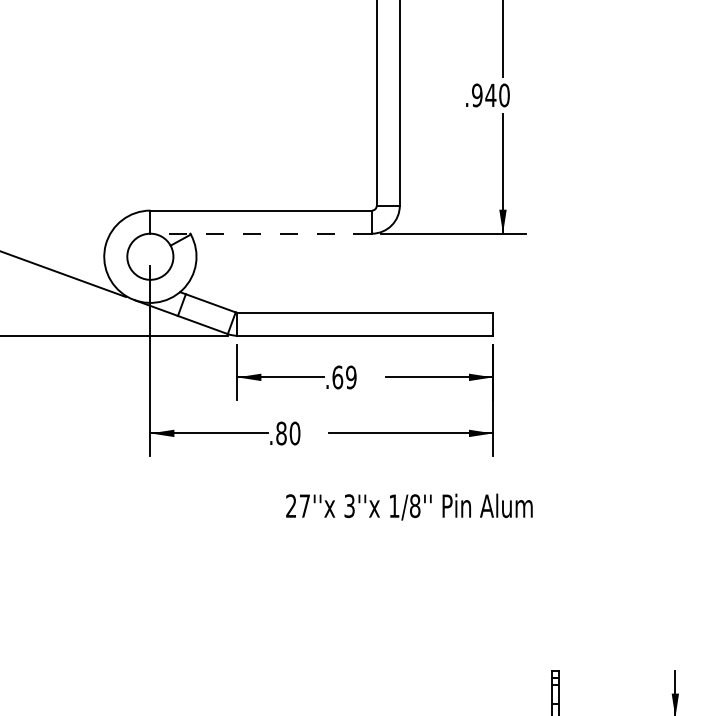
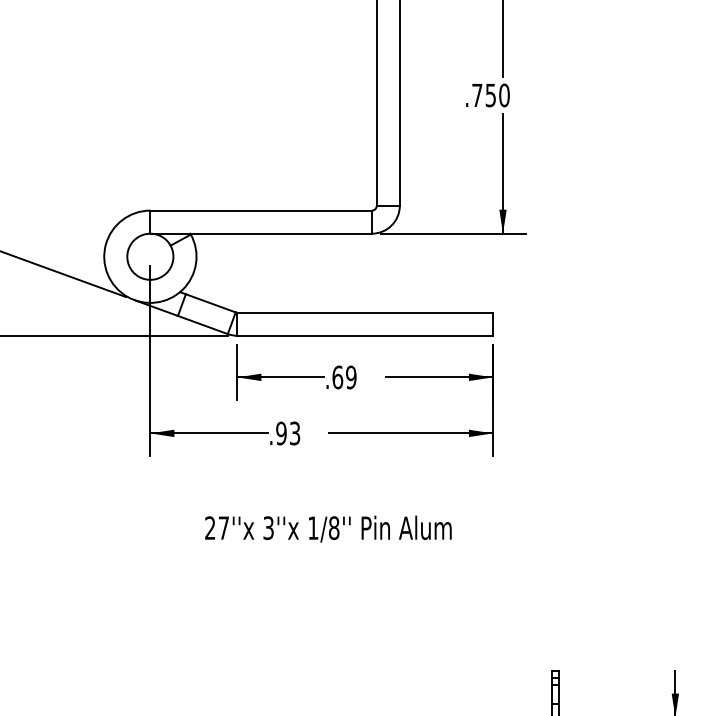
text at (484, 95): .940 -> .750
line at (261, 233): dashed -> solid
text at (288, 433): .80 -> .93
text at (409, 506) position: (409, 506) -> (328, 528)
